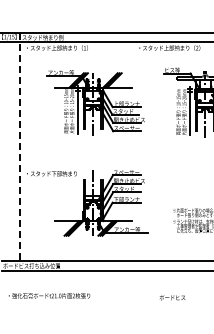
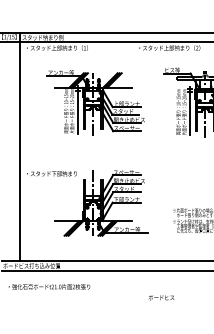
line at (20, 147): dashed -> solid
text at (49, 295) position: (49, 295) -> (49, 286)
text at (172, 297) position: (172, 297) -> (161, 297)
